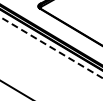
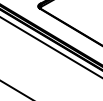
line at (50, 47): dashed -> solid
